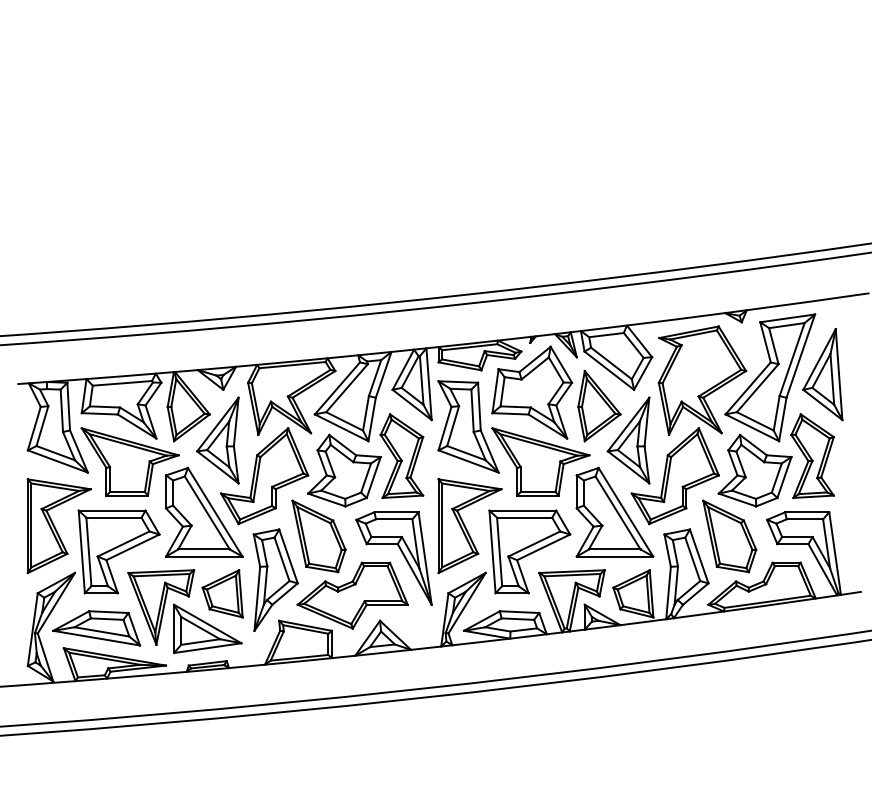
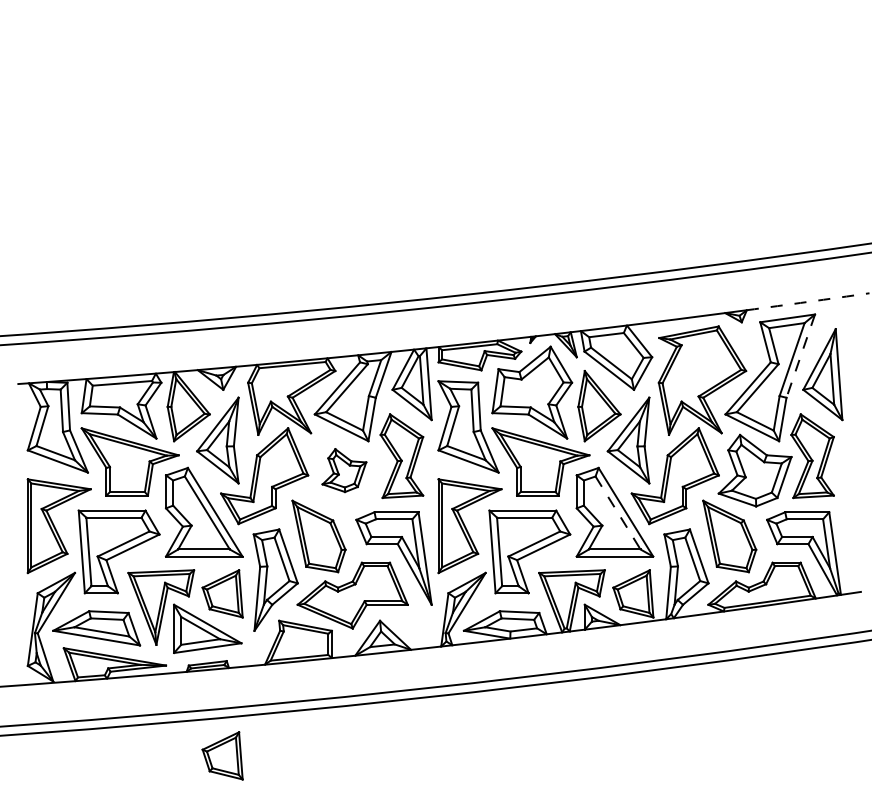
arc at (808, 301): solid -> dashed
line at (800, 356): solid -> dashed
part at (344, 470) size: 75x75 px -> 47x46 px
line at (618, 512): solid -> dashed
part at (222, 755): none -> present
